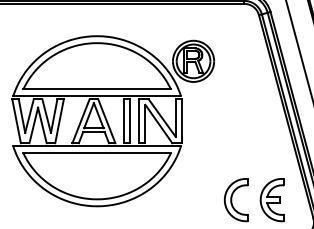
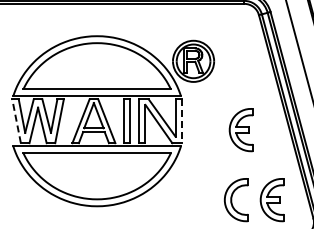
line at (16, 120): solid -> dashed
line at (181, 121): solid -> dashed
part at (240, 130): none -> present
